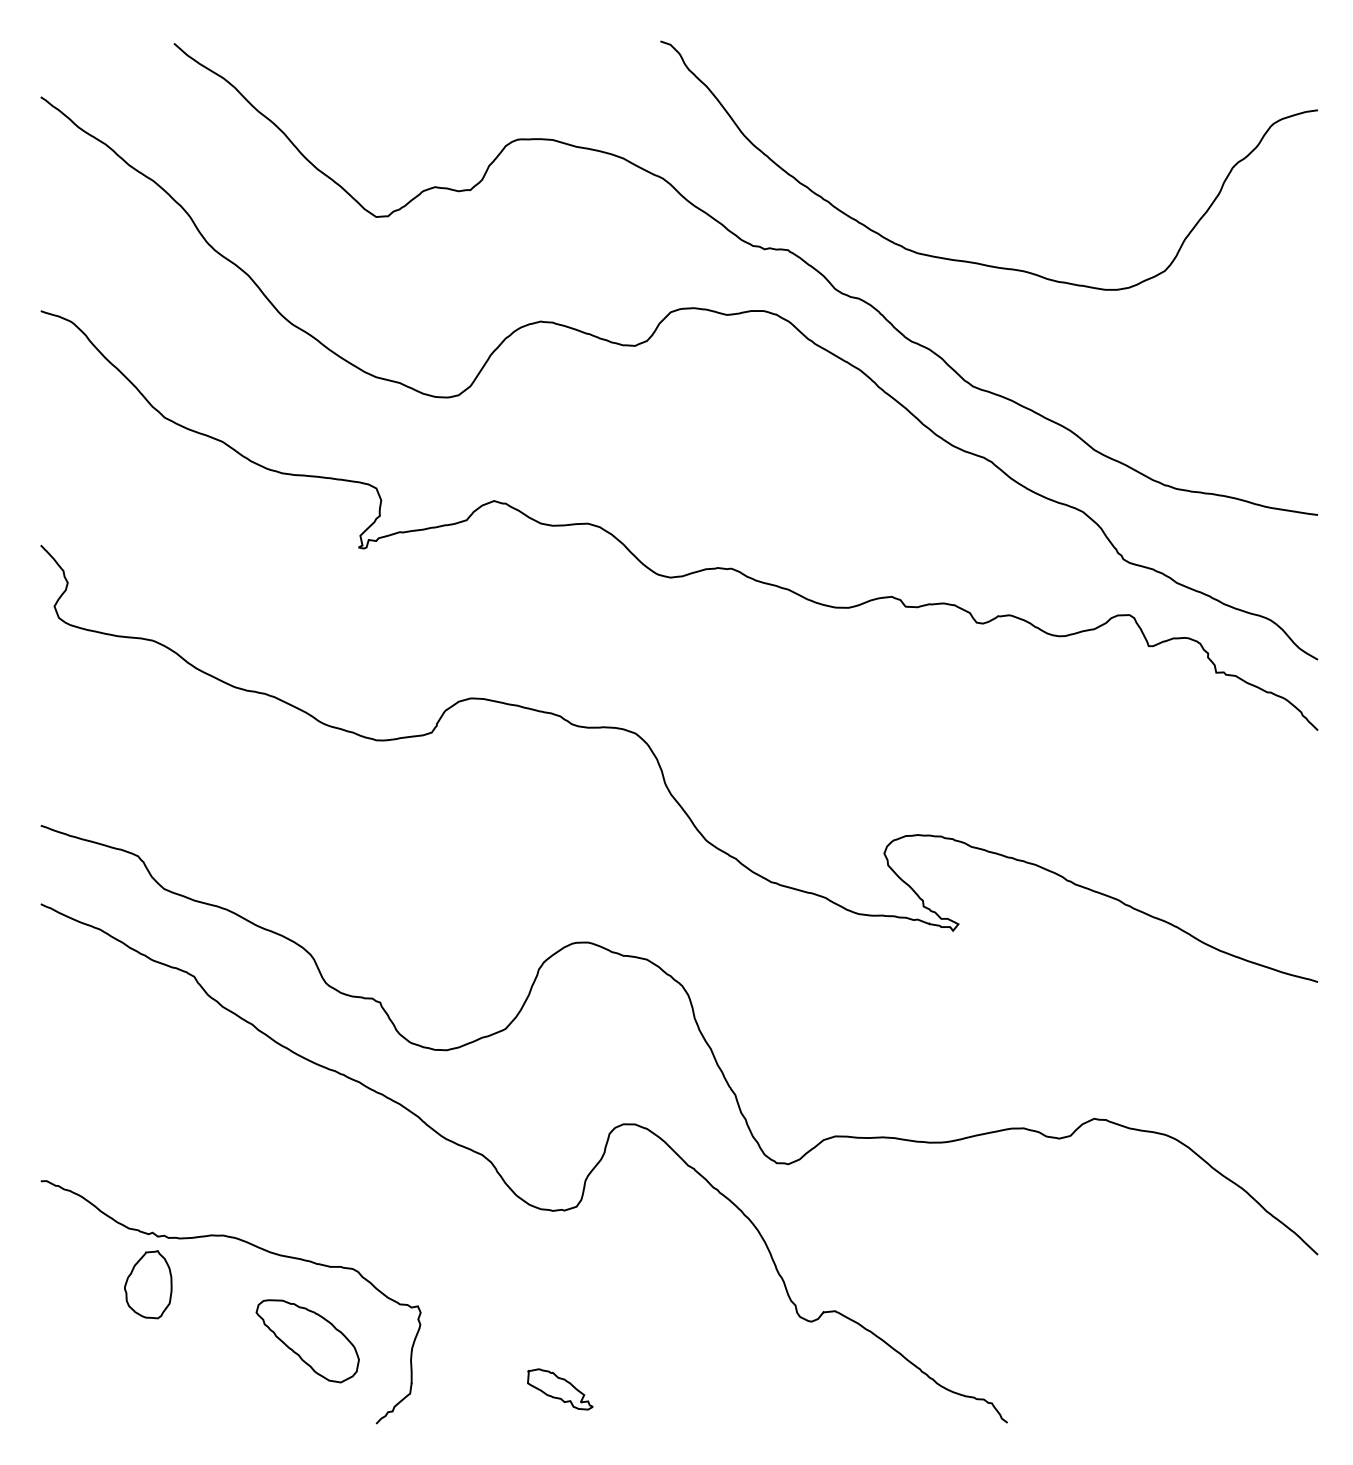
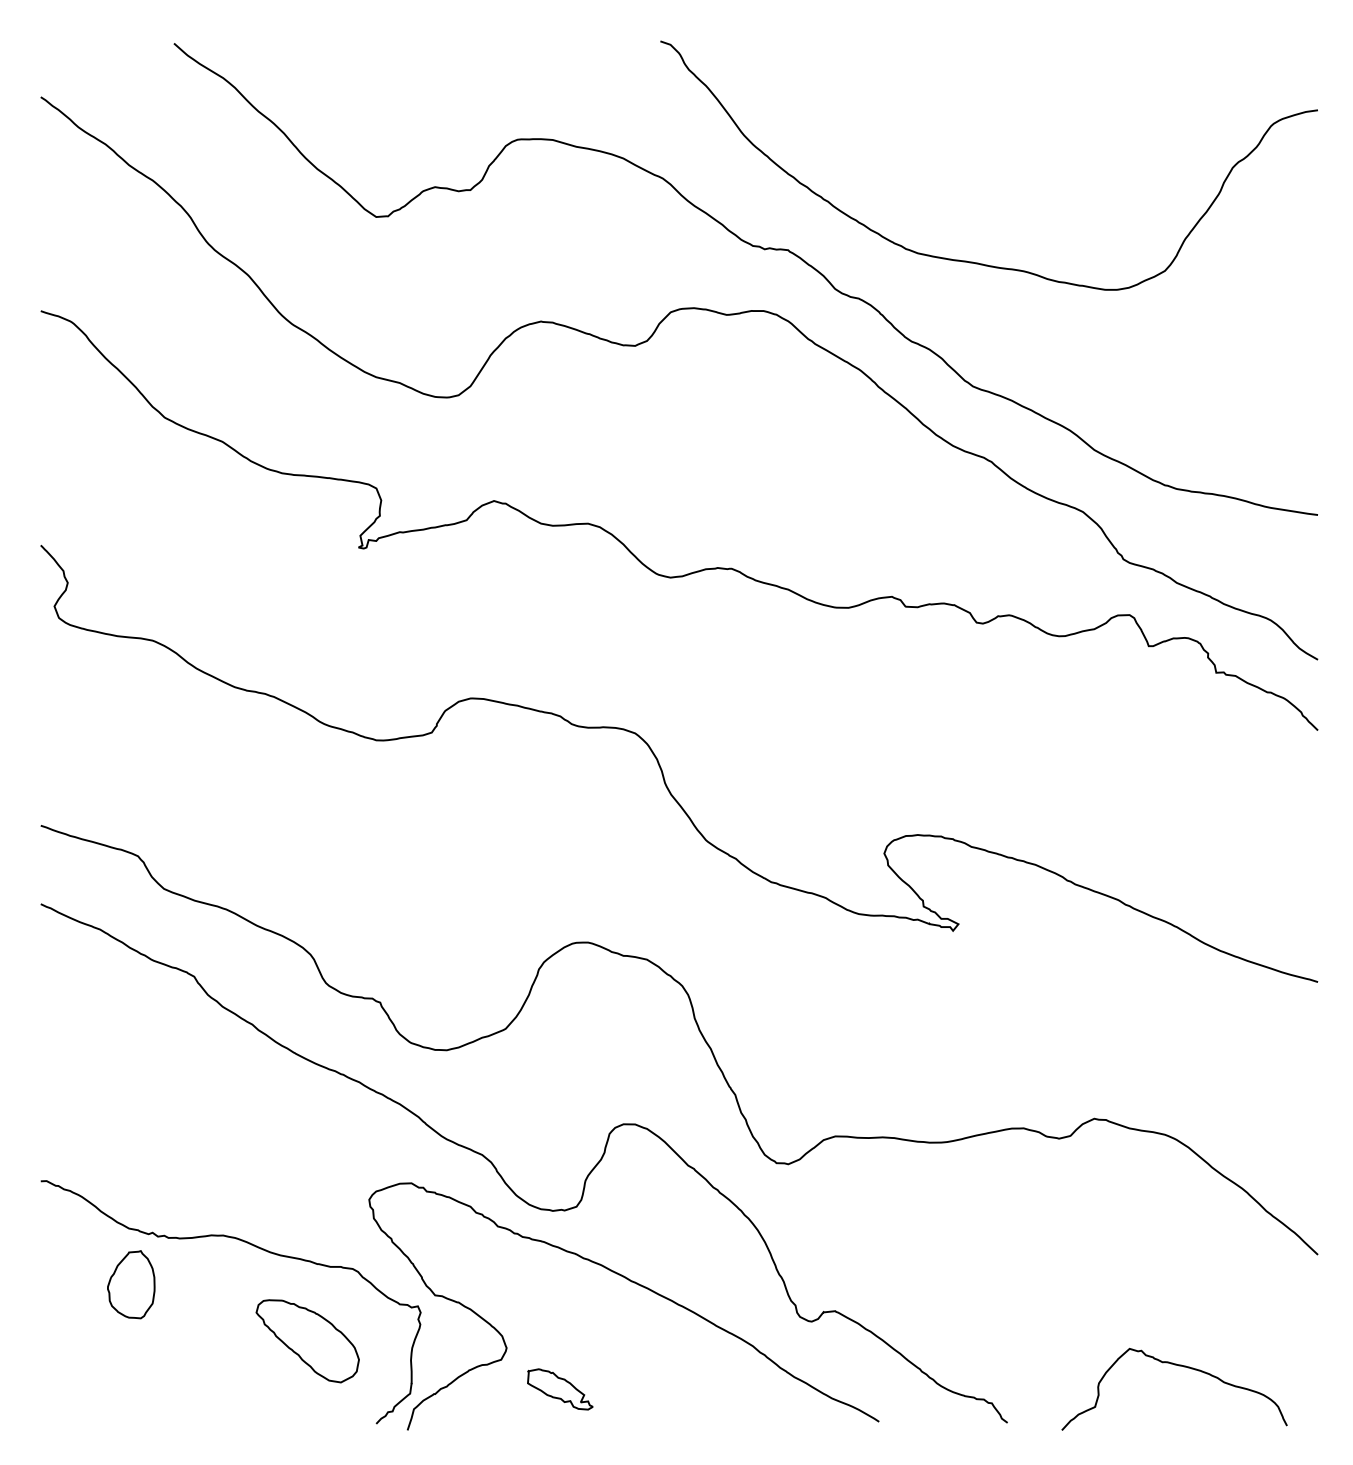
curve at (631, 1282): none -> present
part at (148, 1284) position: (148, 1284) -> (131, 1284)
curve at (1178, 1366): none -> present
